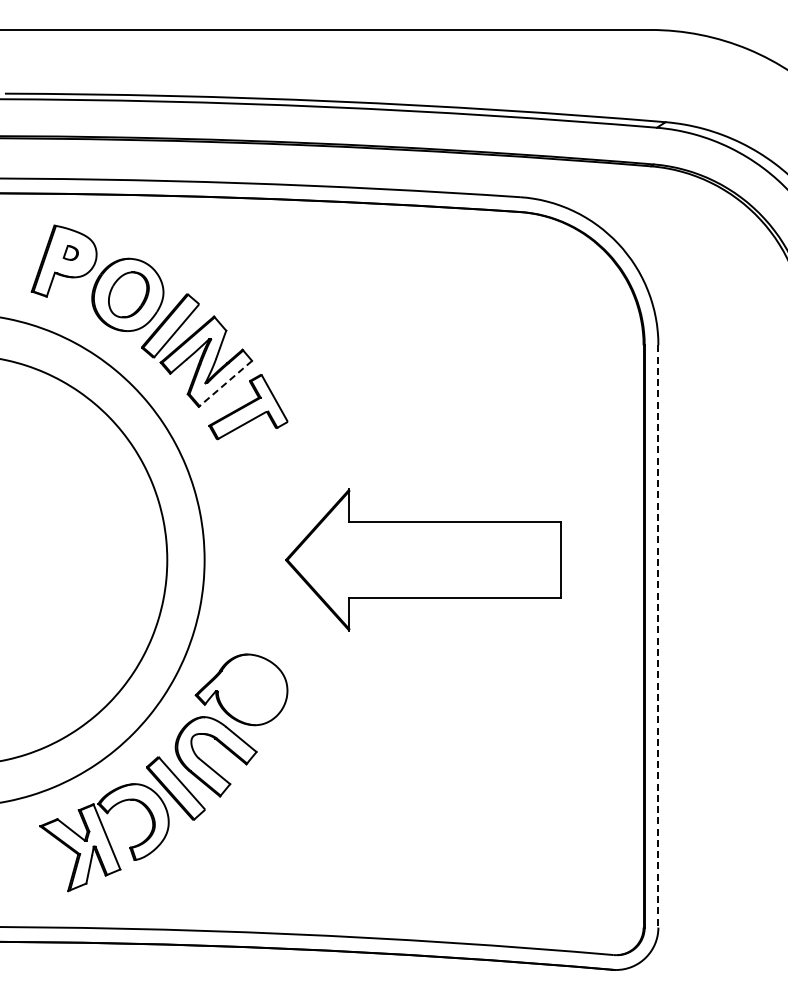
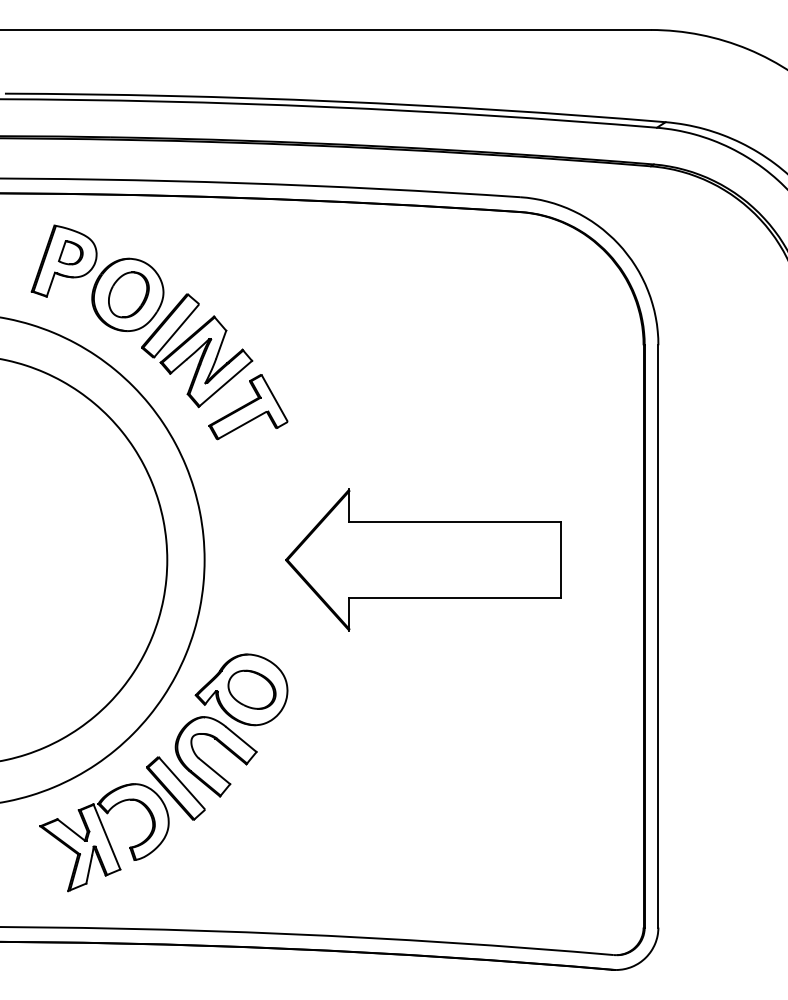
part at (70, 252) size: 17x16 px -> 26x26 px
line at (225, 384): dashed -> solid
line at (658, 636): dashed -> solid
part at (251, 689): none -> present
